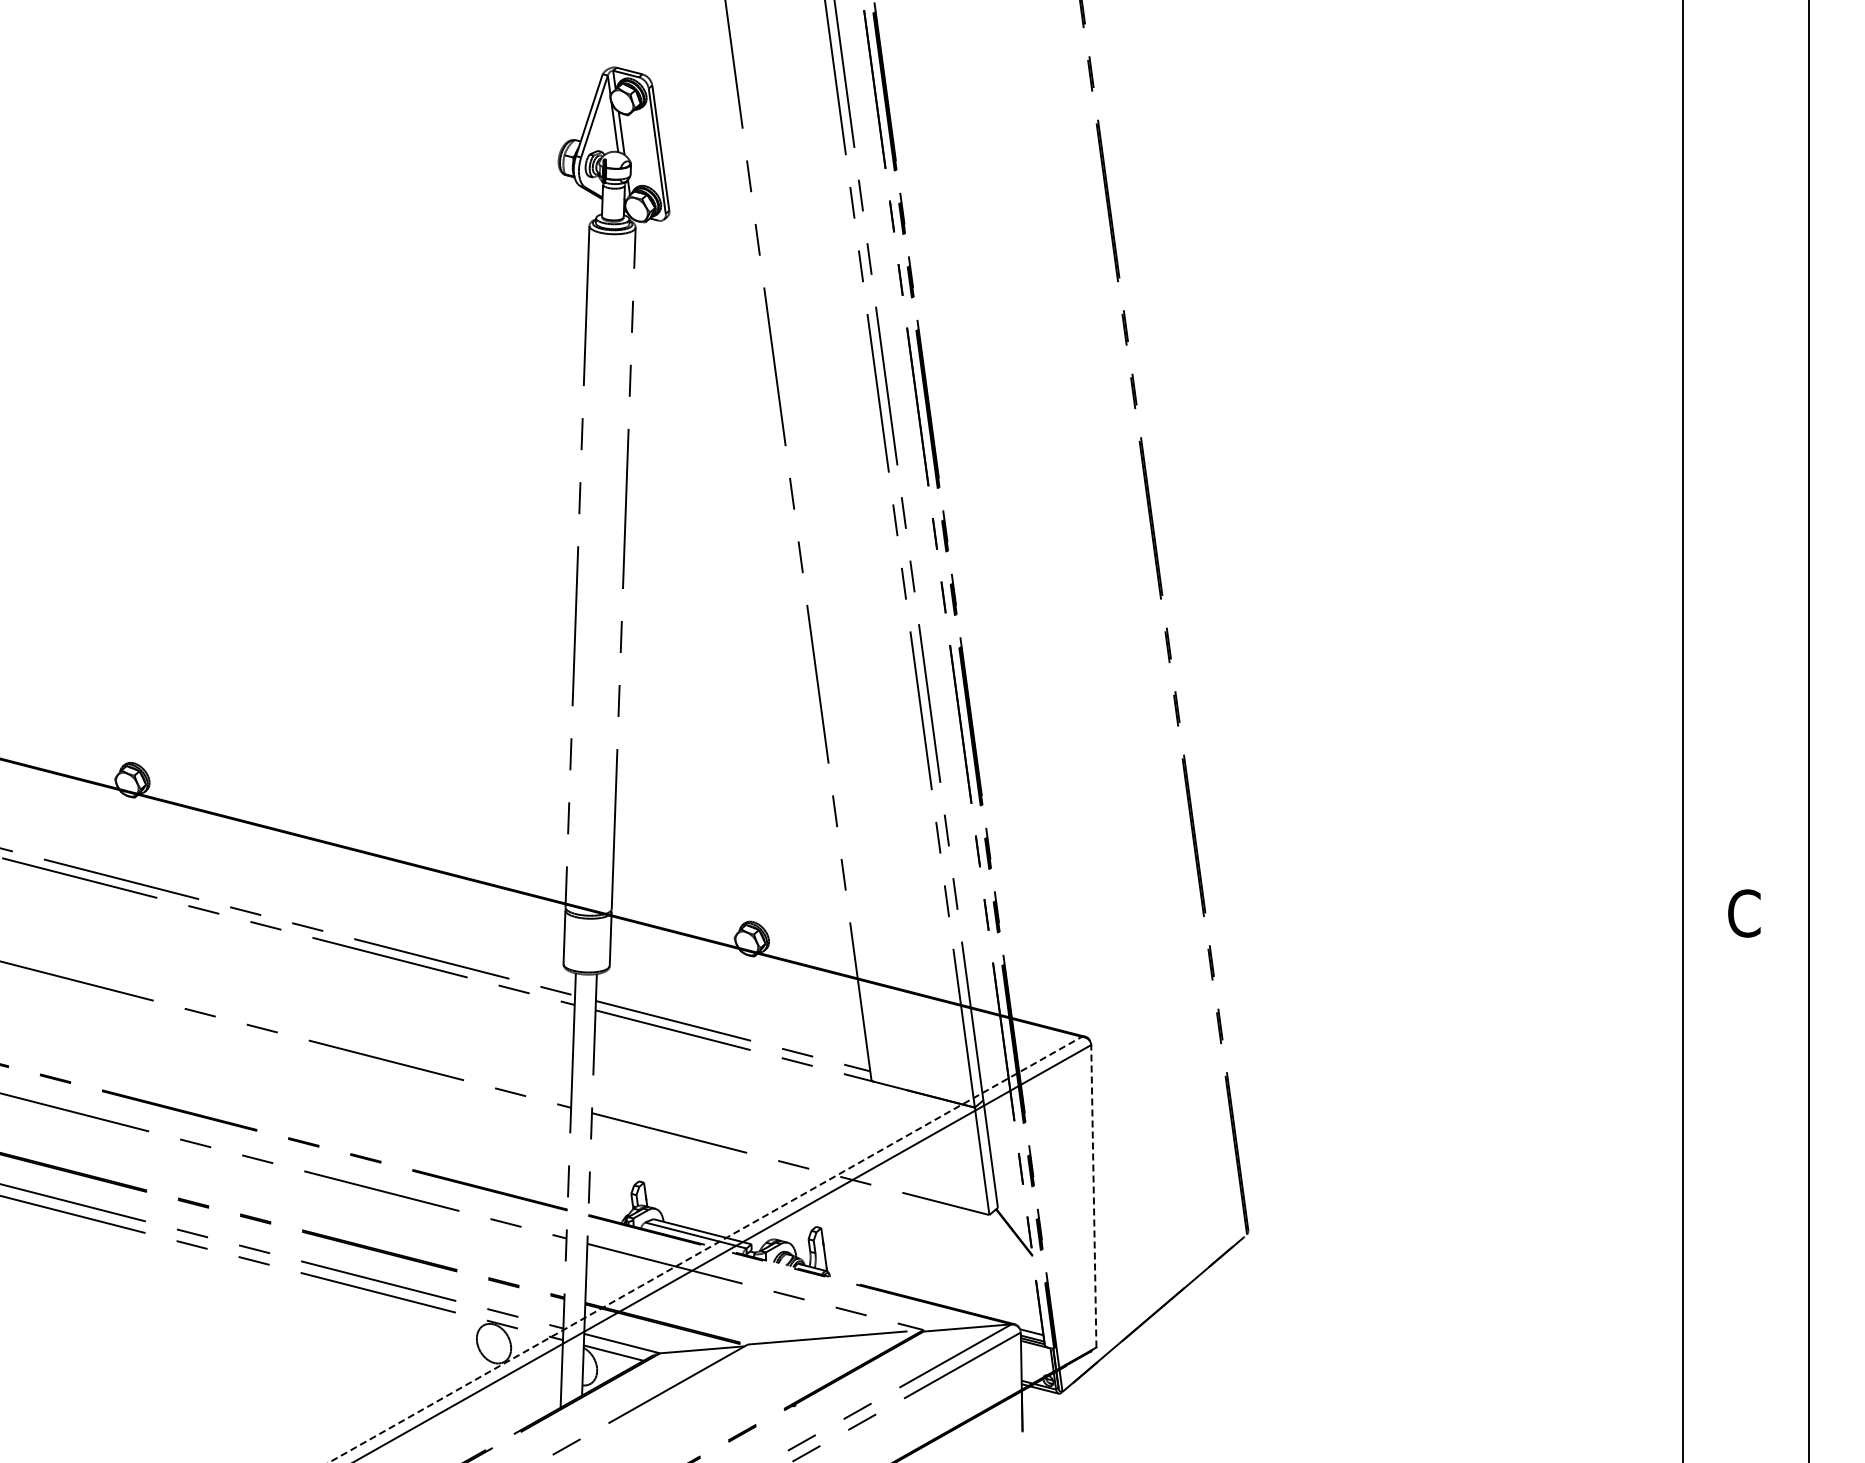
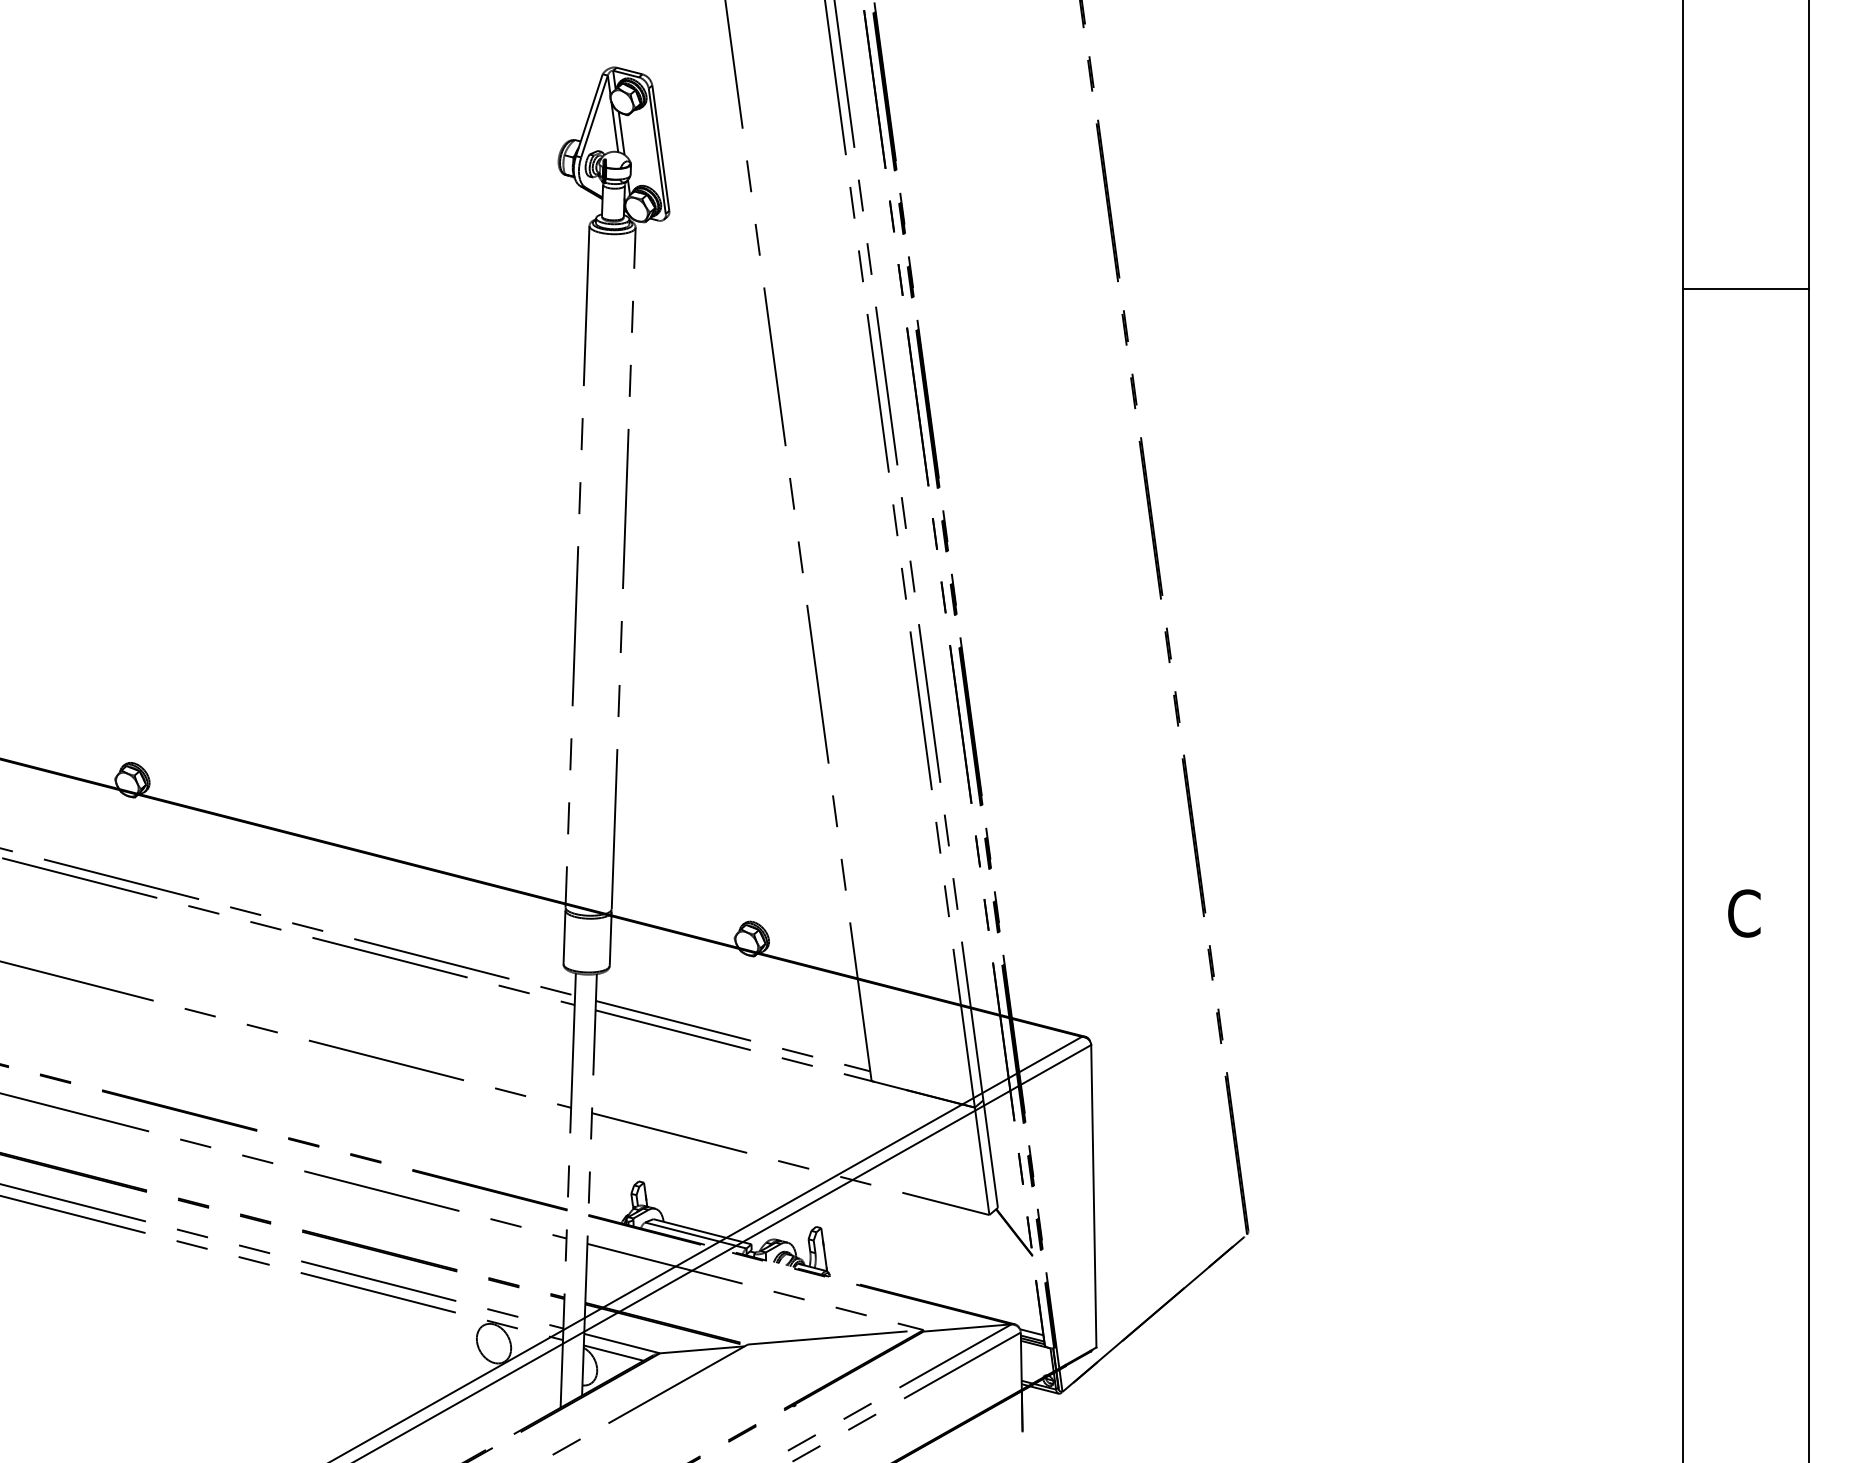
line at (1745, 289): none -> present
line at (1093, 1195): dashed -> solid
line at (705, 1249): dashed -> solid
